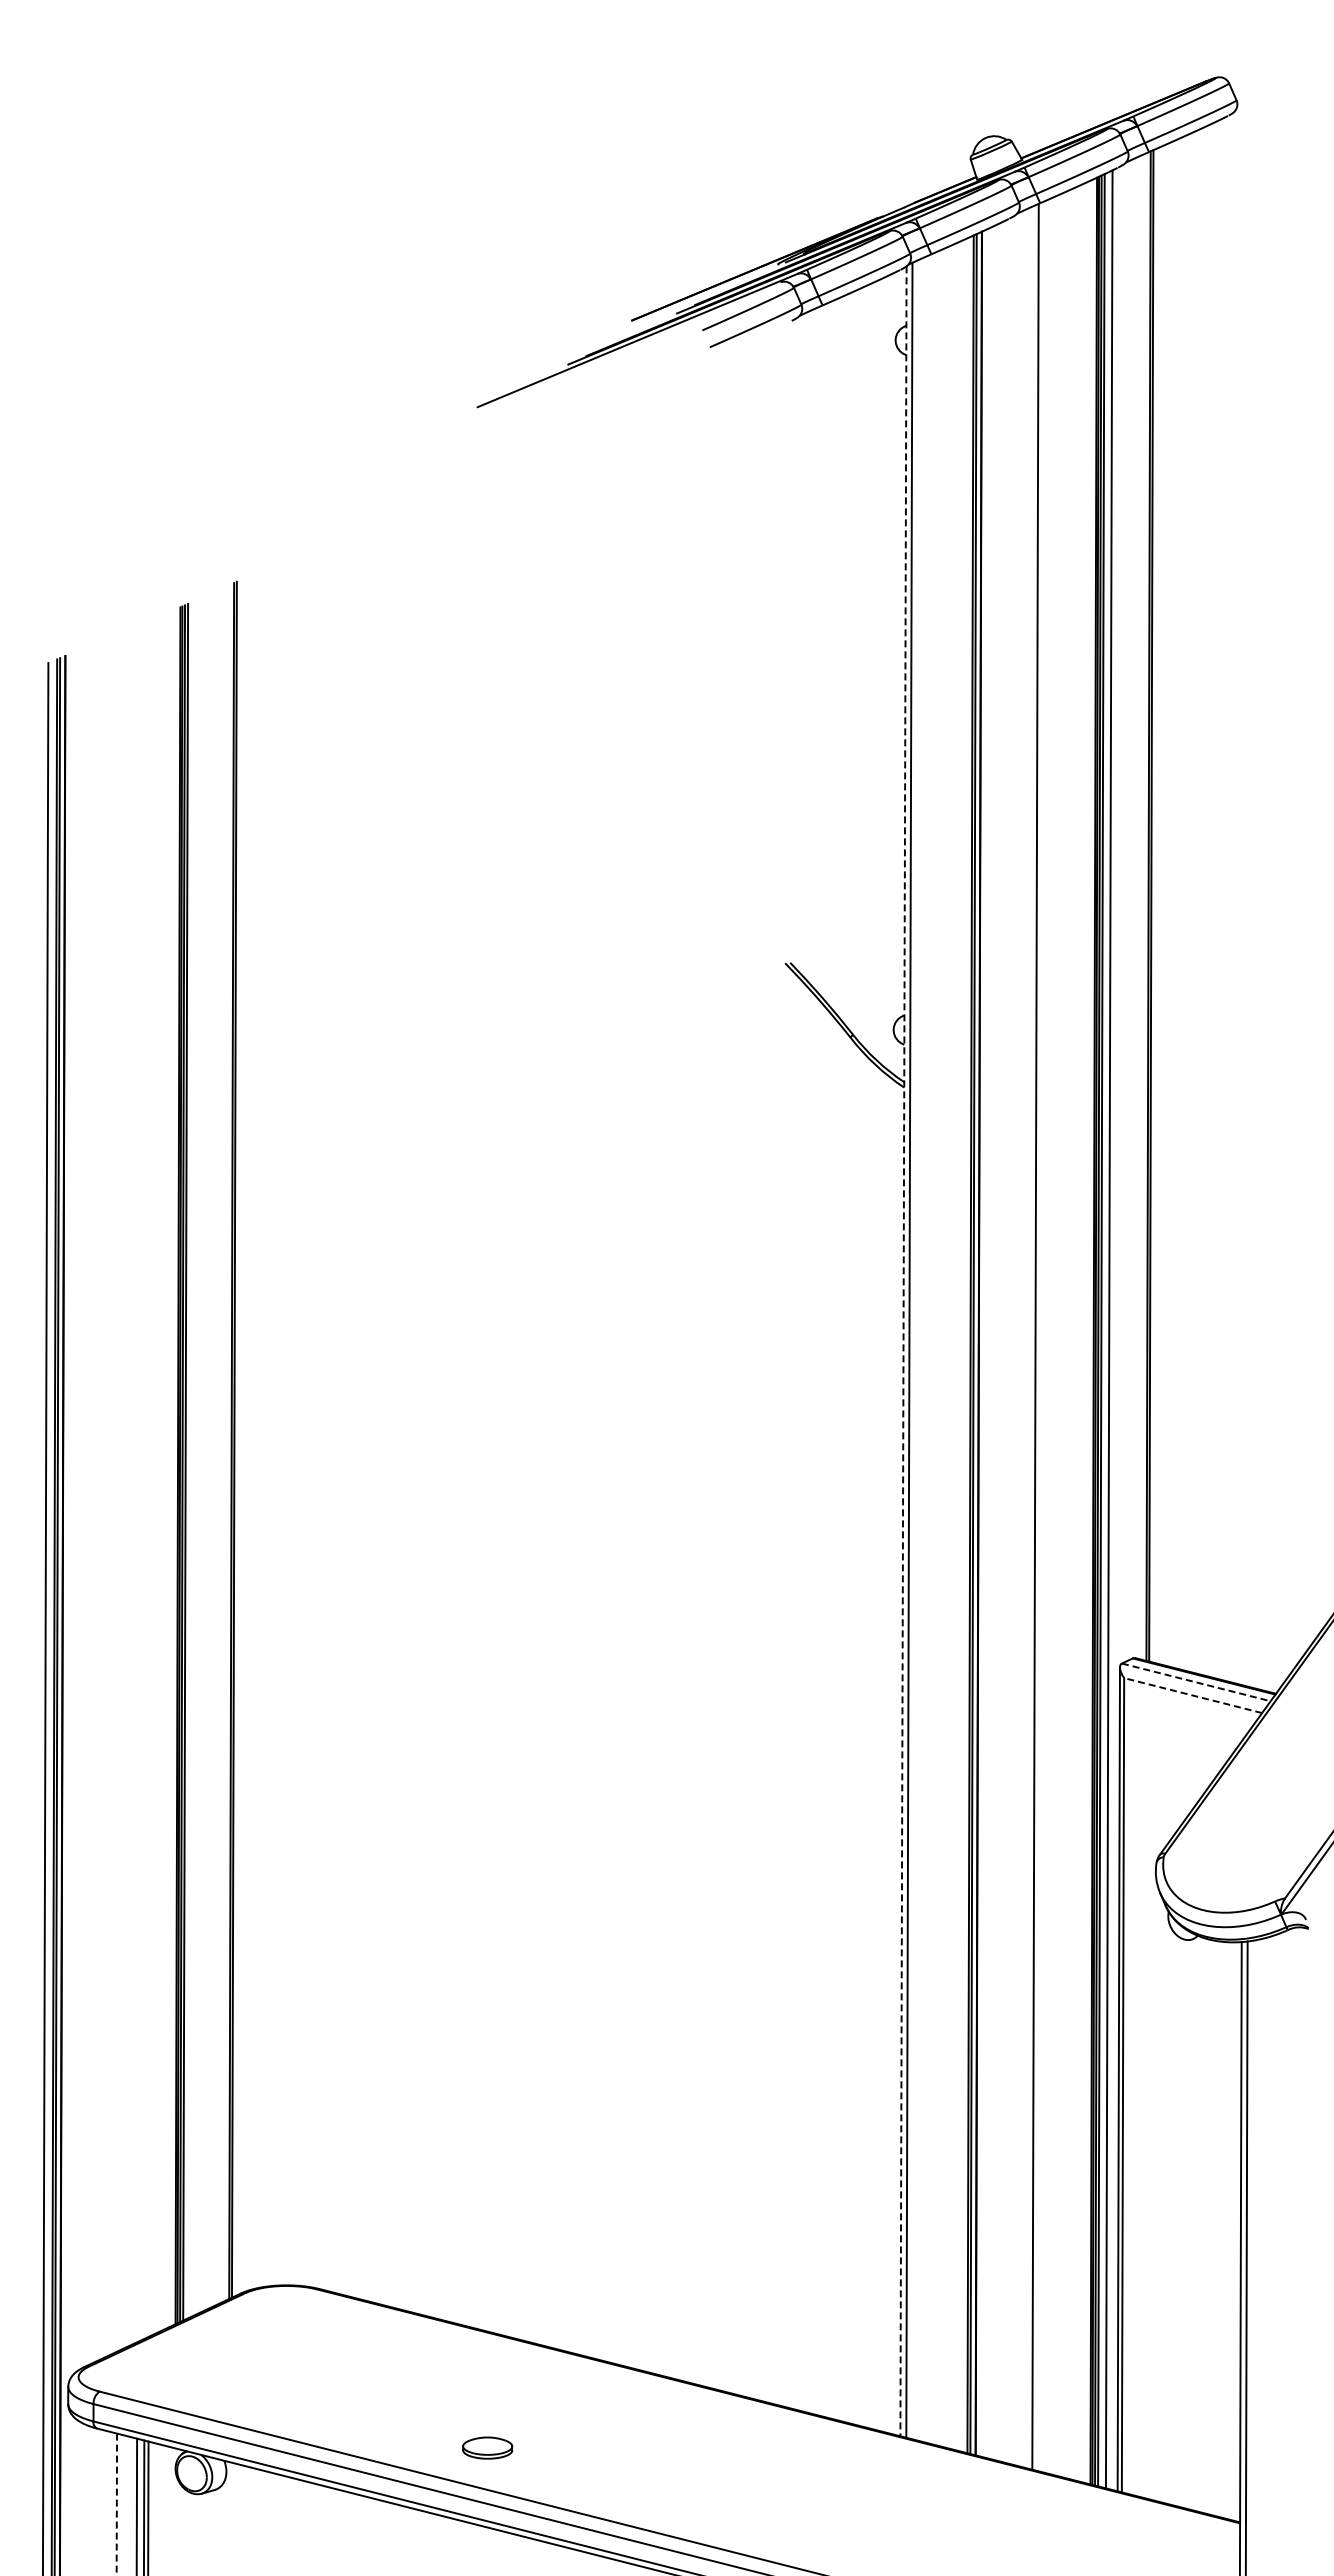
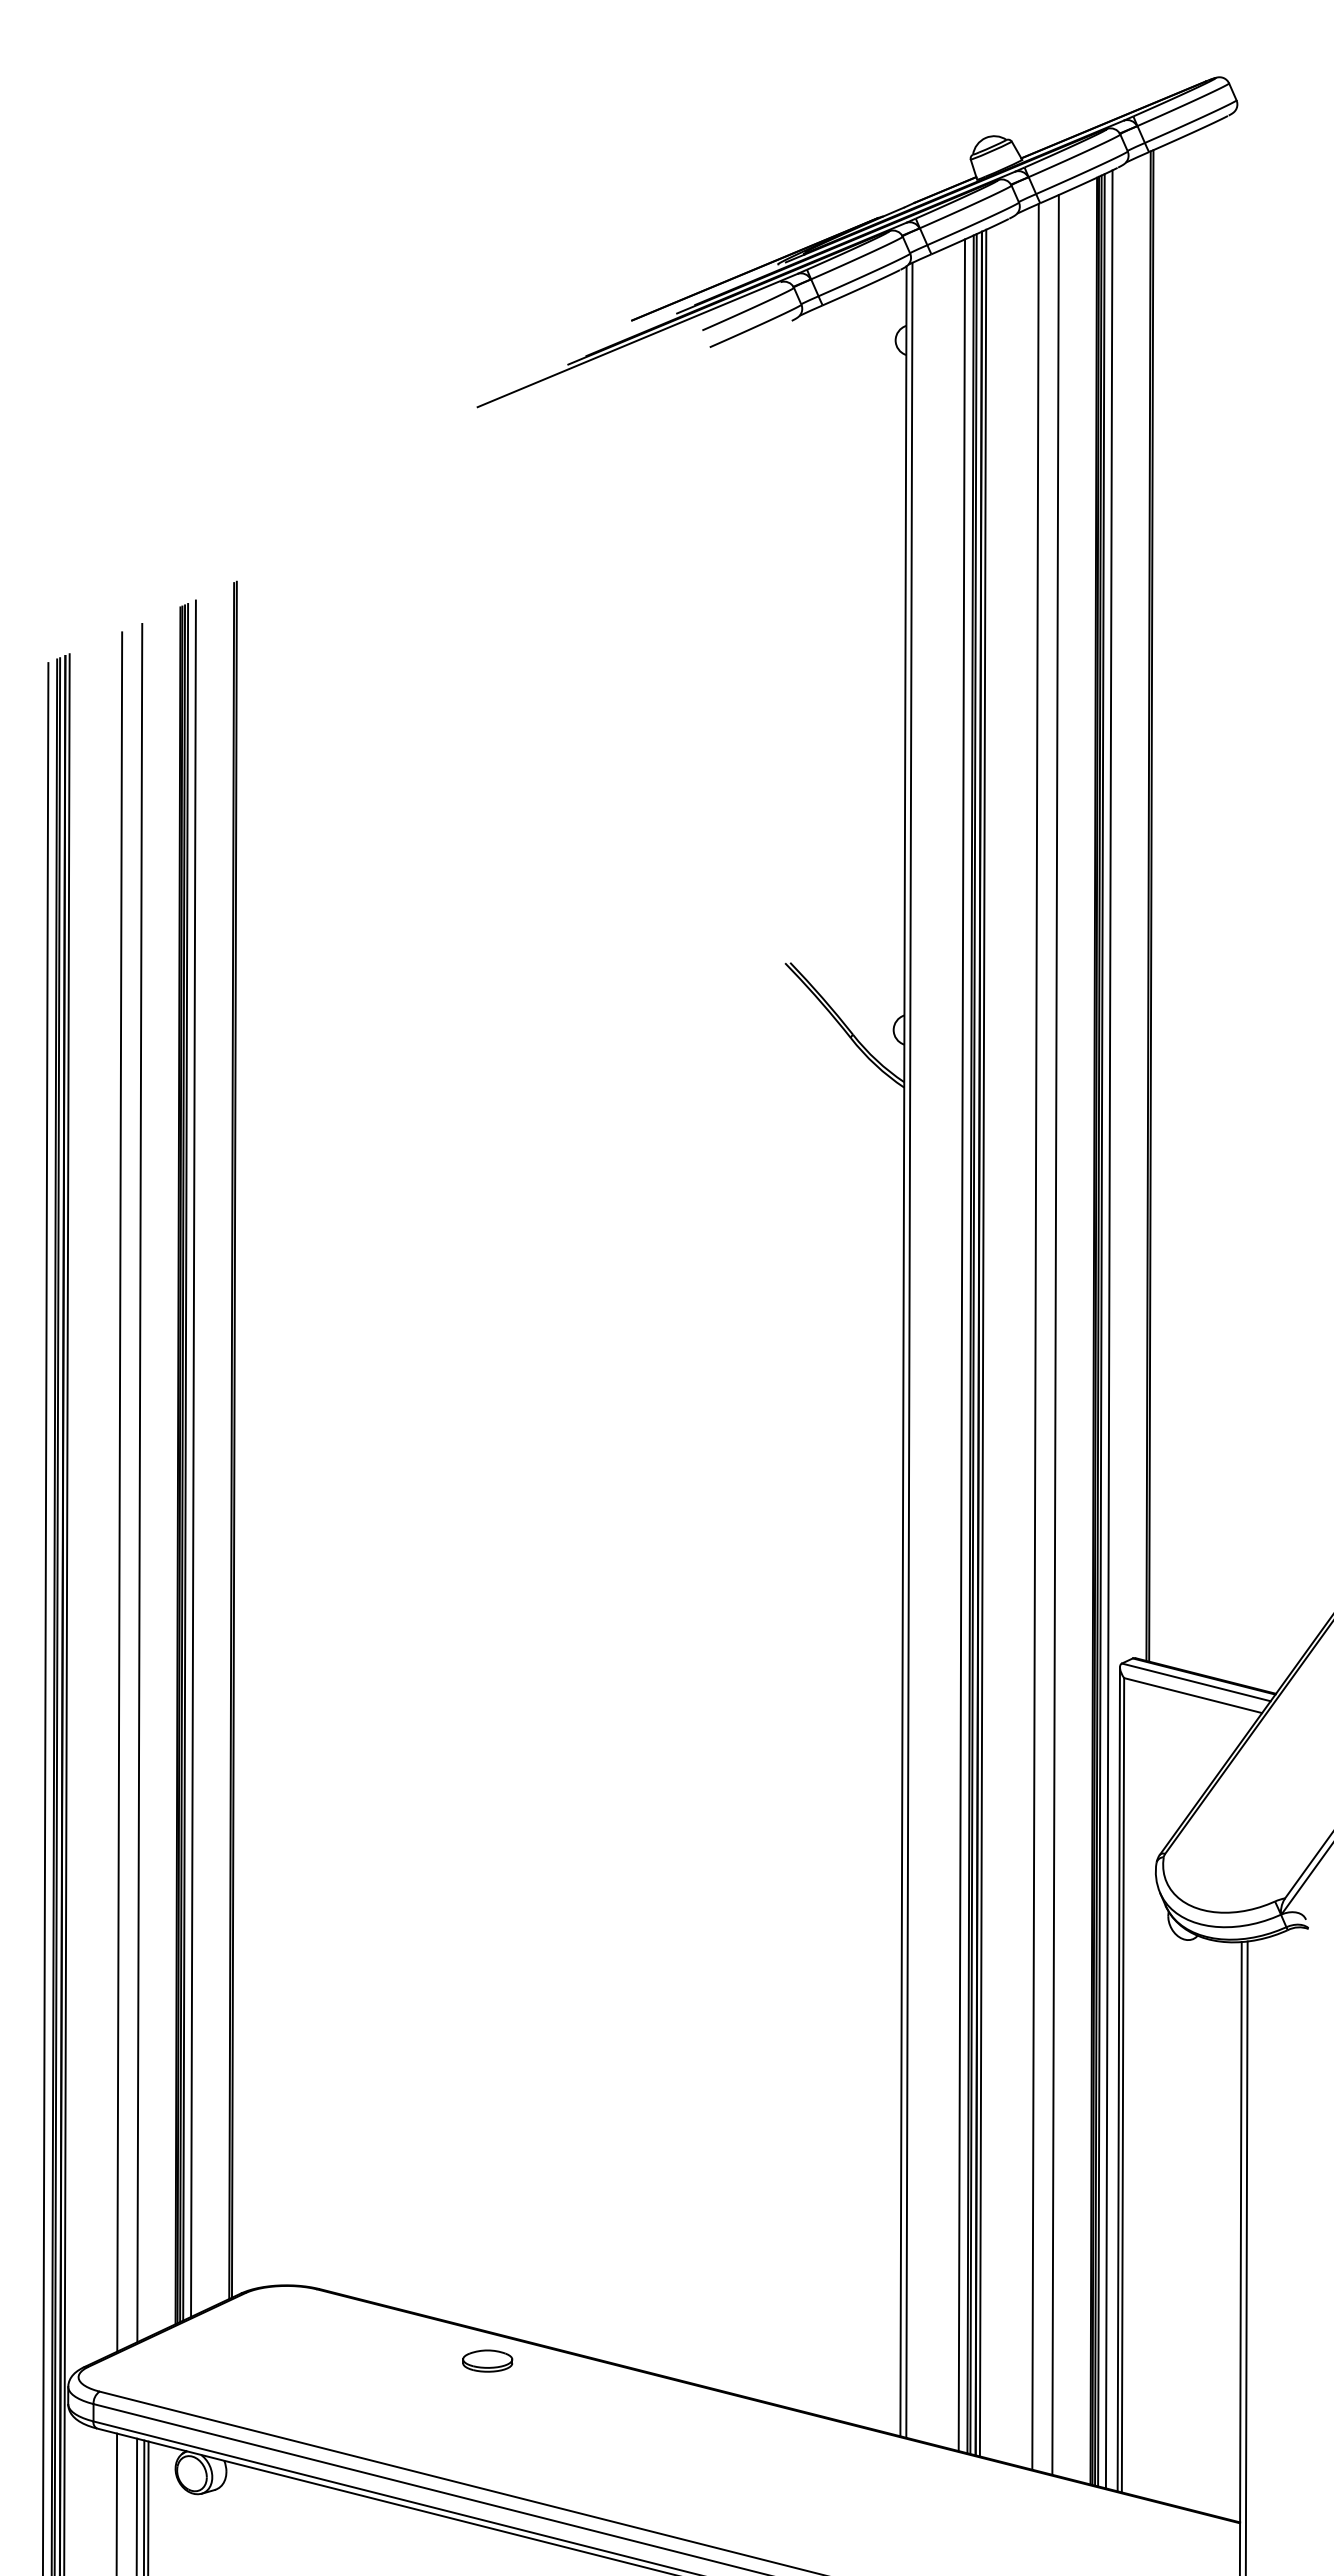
line at (1055, 1334): none -> present
line at (982, 1342): none -> present
line at (961, 1345): none -> present
line at (903, 1351): dashed -> solid
line at (193, 1458): none -> present
line at (139, 1482): none -> present
line at (119, 1491): none -> present
line at (66, 1613): none -> present
line at (1196, 1682): dashed -> solid
line at (1192, 1695): dashed -> solid
part at (487, 2447) position: (487, 2447) -> (487, 2360)
line at (116, 2504): dashed -> solid
